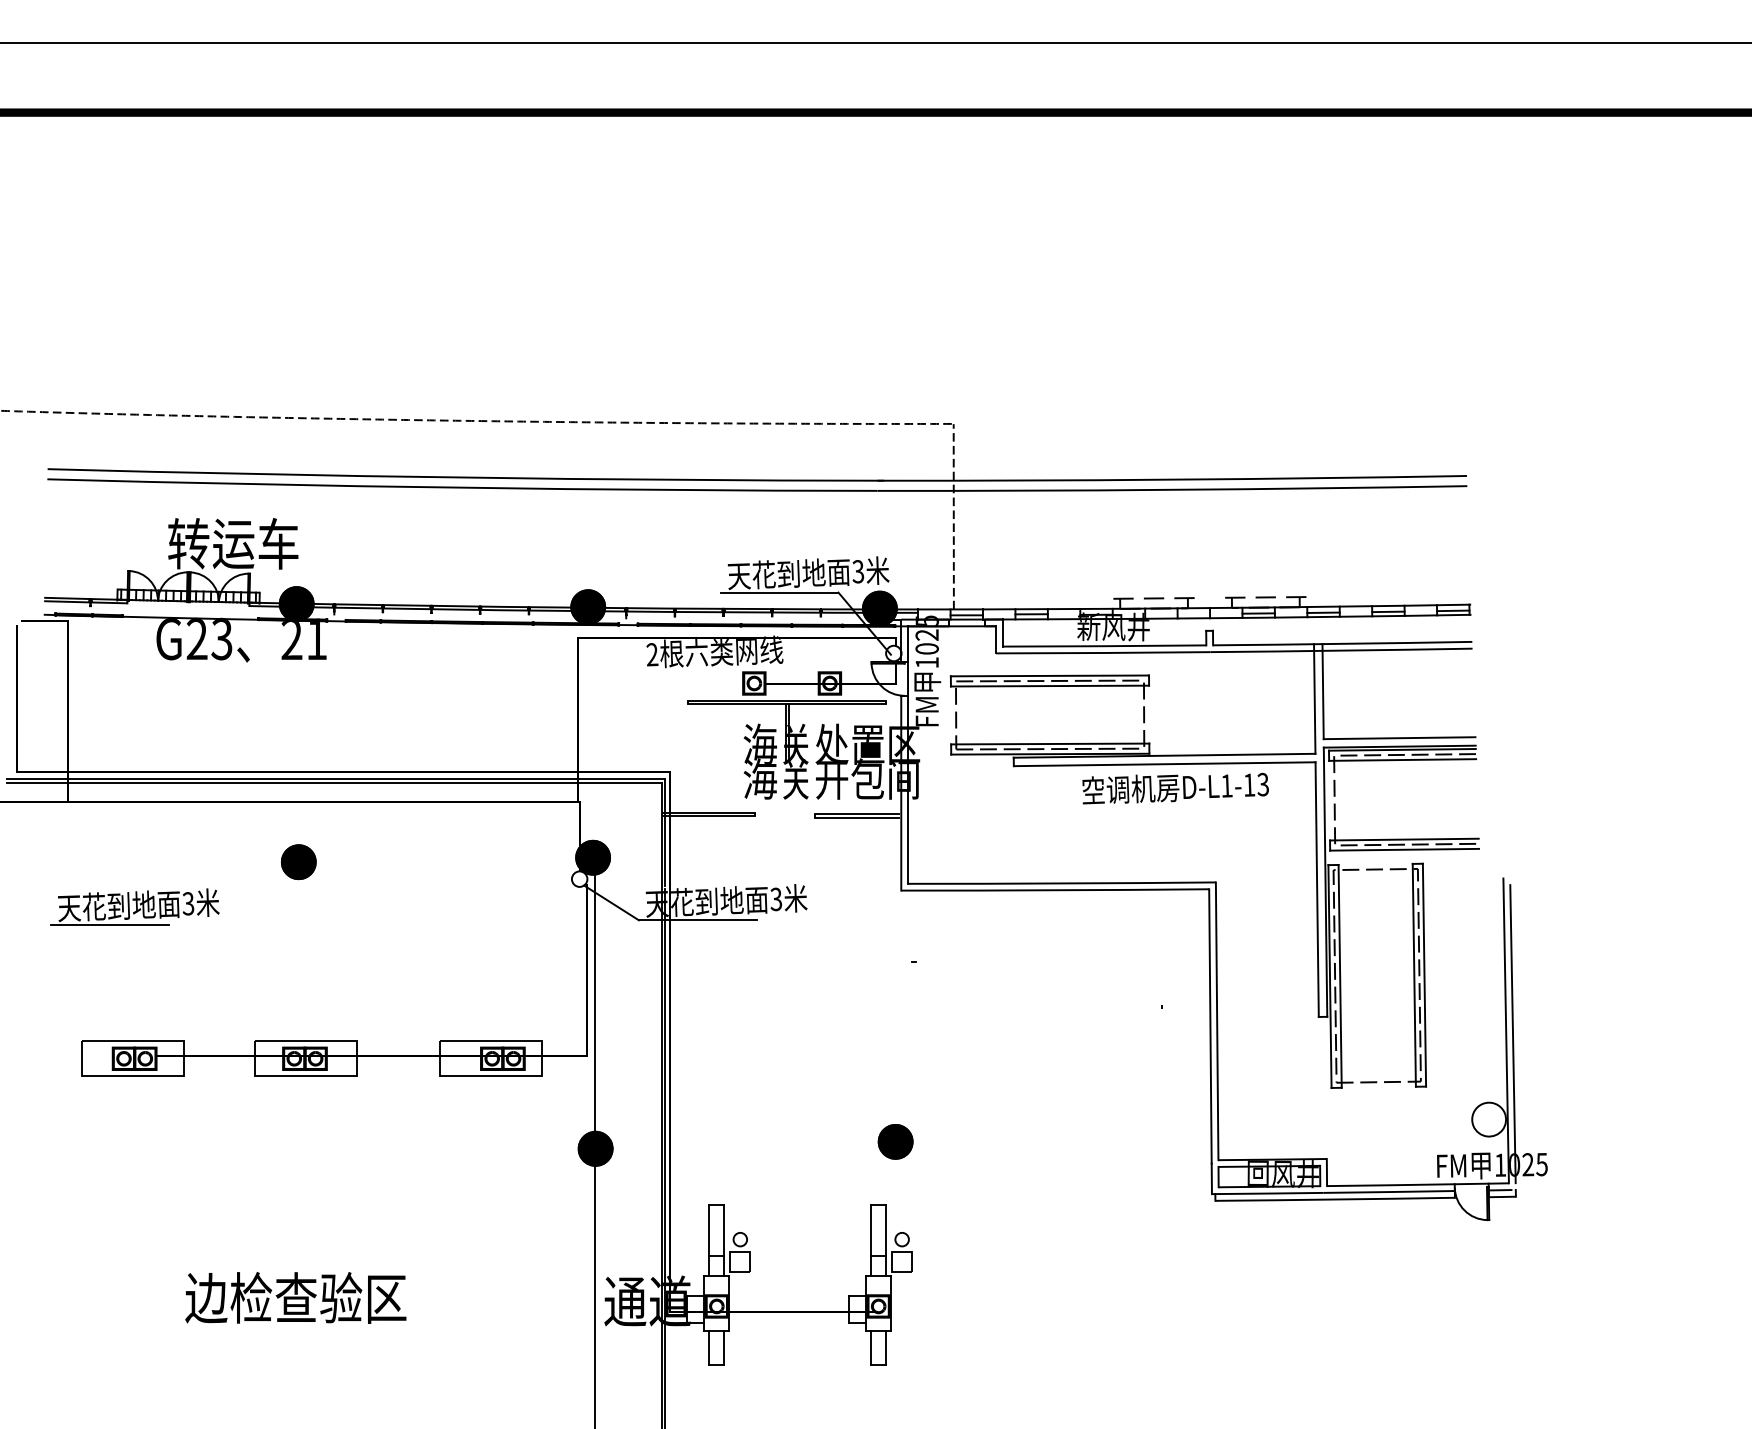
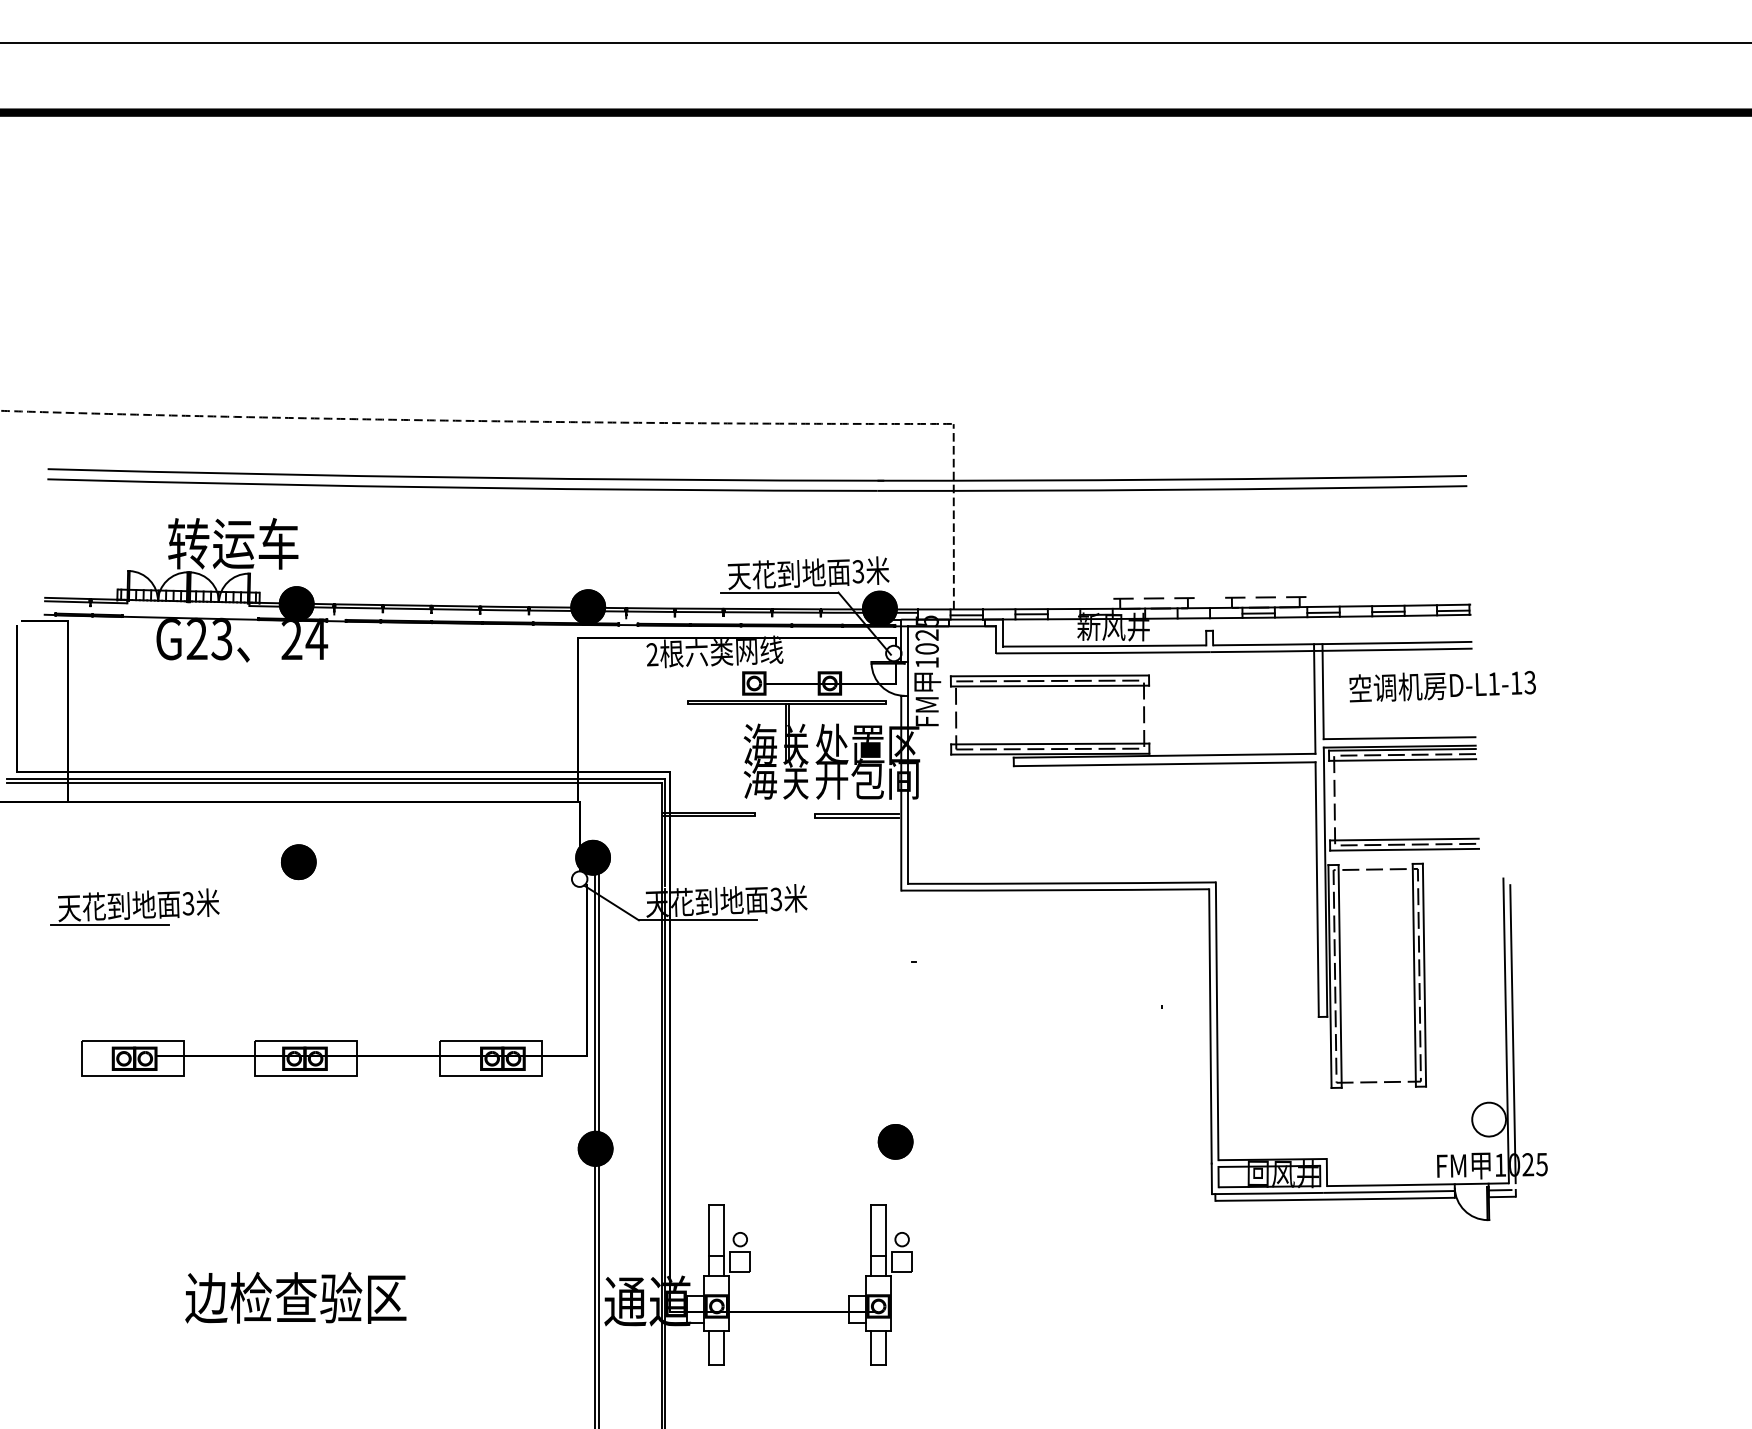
text at (316, 638): 21 -> 24
text at (1175, 788) position: (1175, 788) -> (1442, 686)
line at (598, 1148): none -> present
